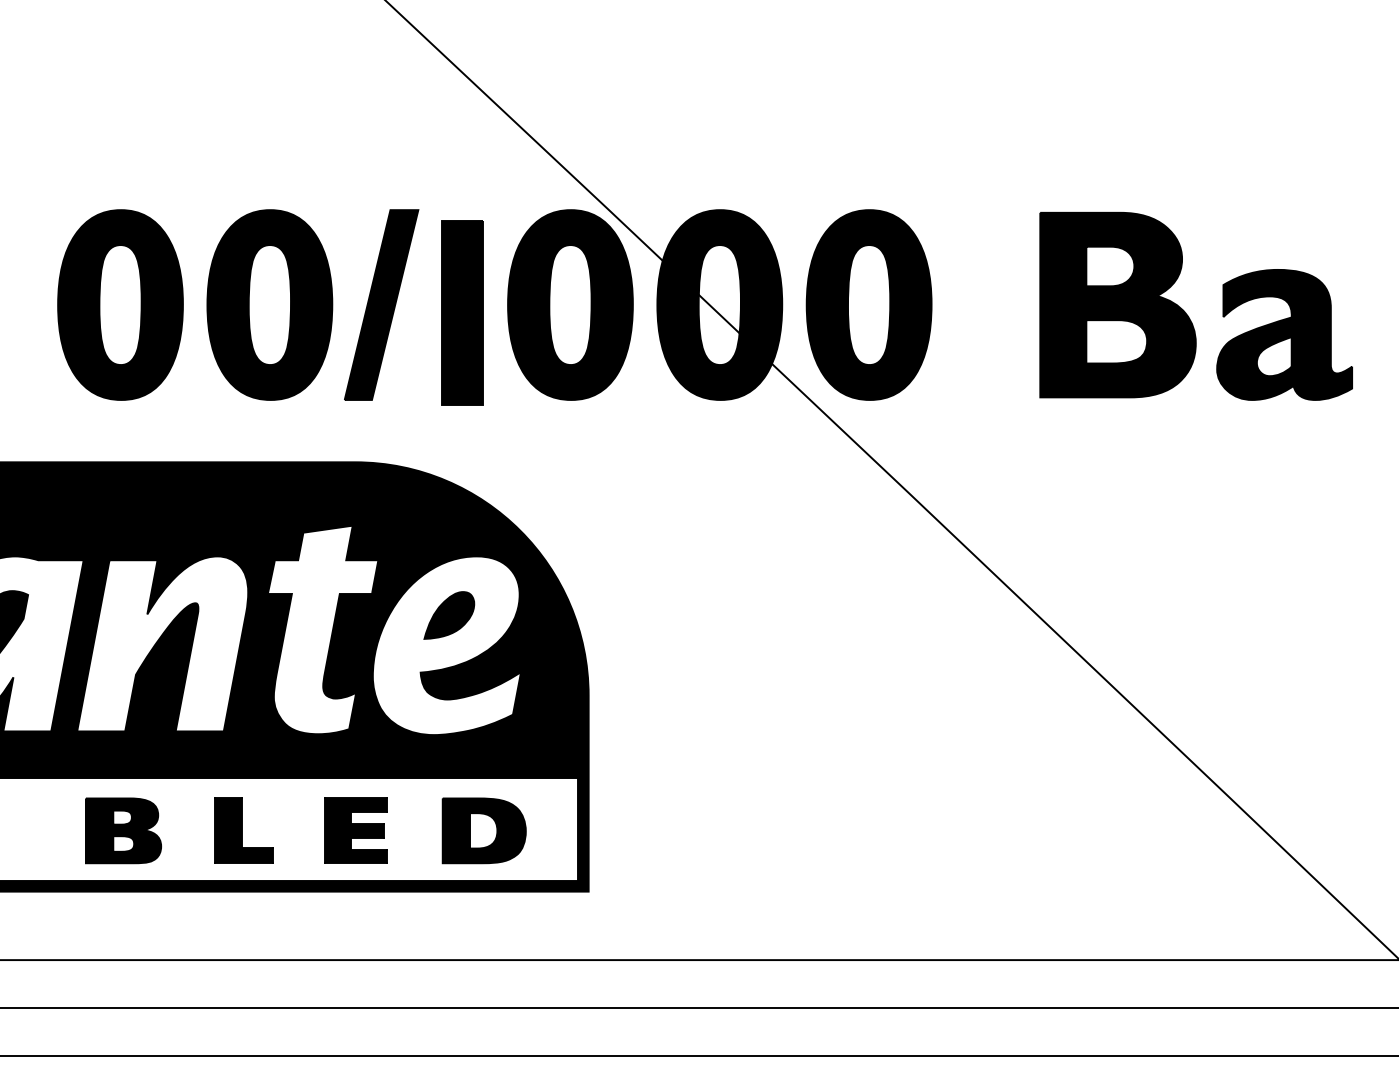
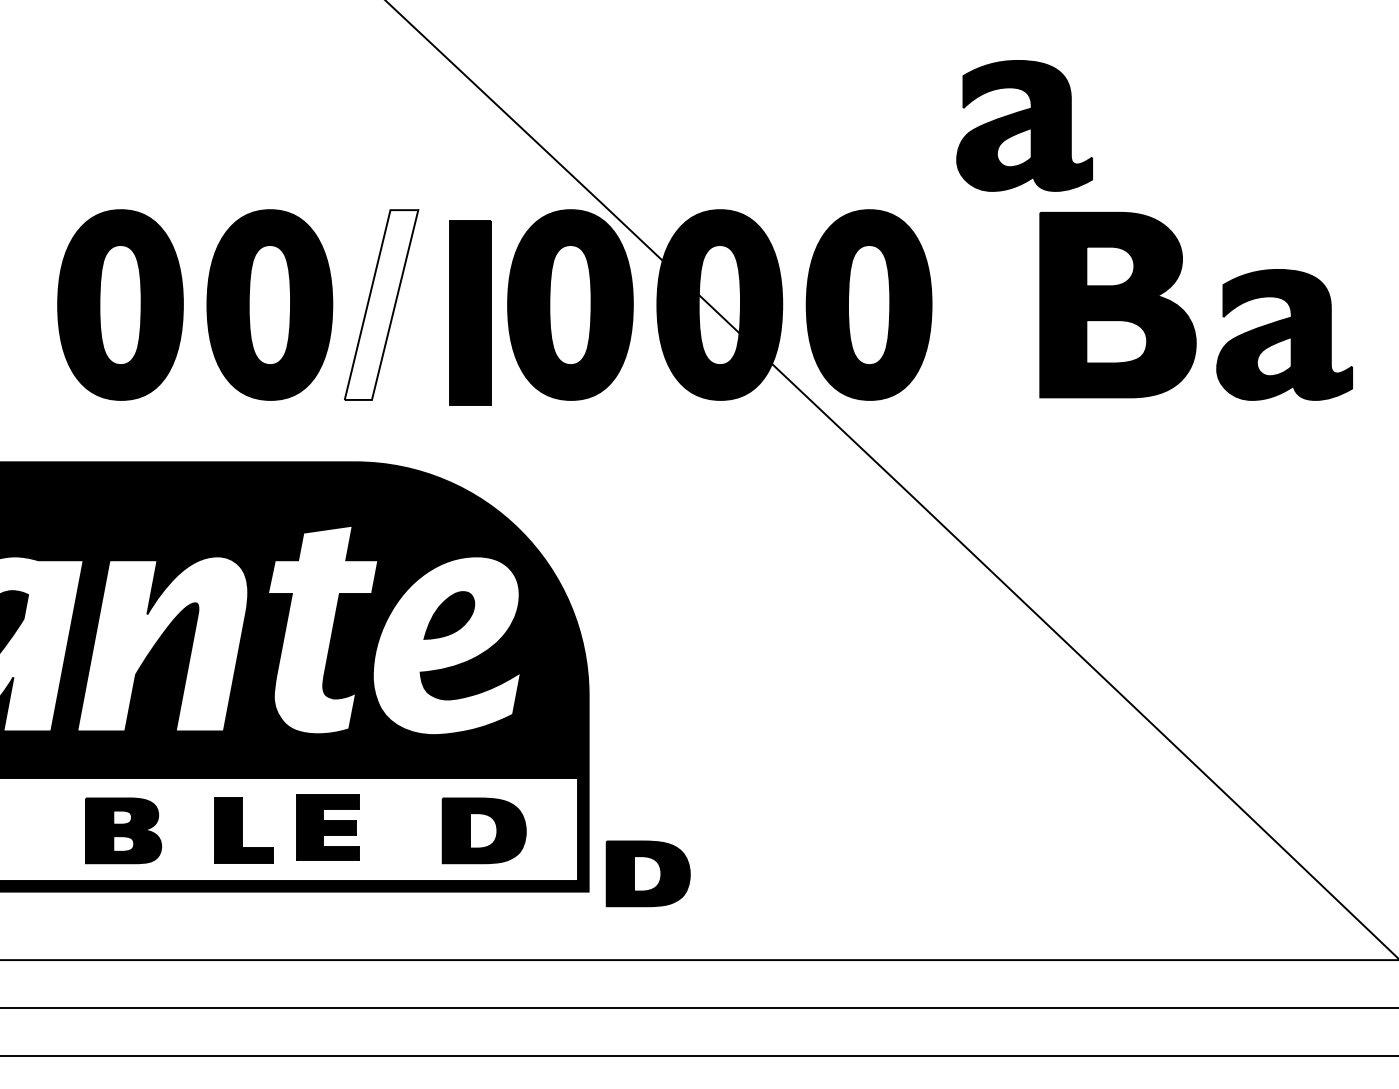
part at (1024, 125): none -> present
fill at (381, 304): present -> none
part at (462, 312) position: (462, 312) -> (470, 312)
part at (355, 830) position: (355, 830) -> (327, 827)
part at (647, 873): none -> present
